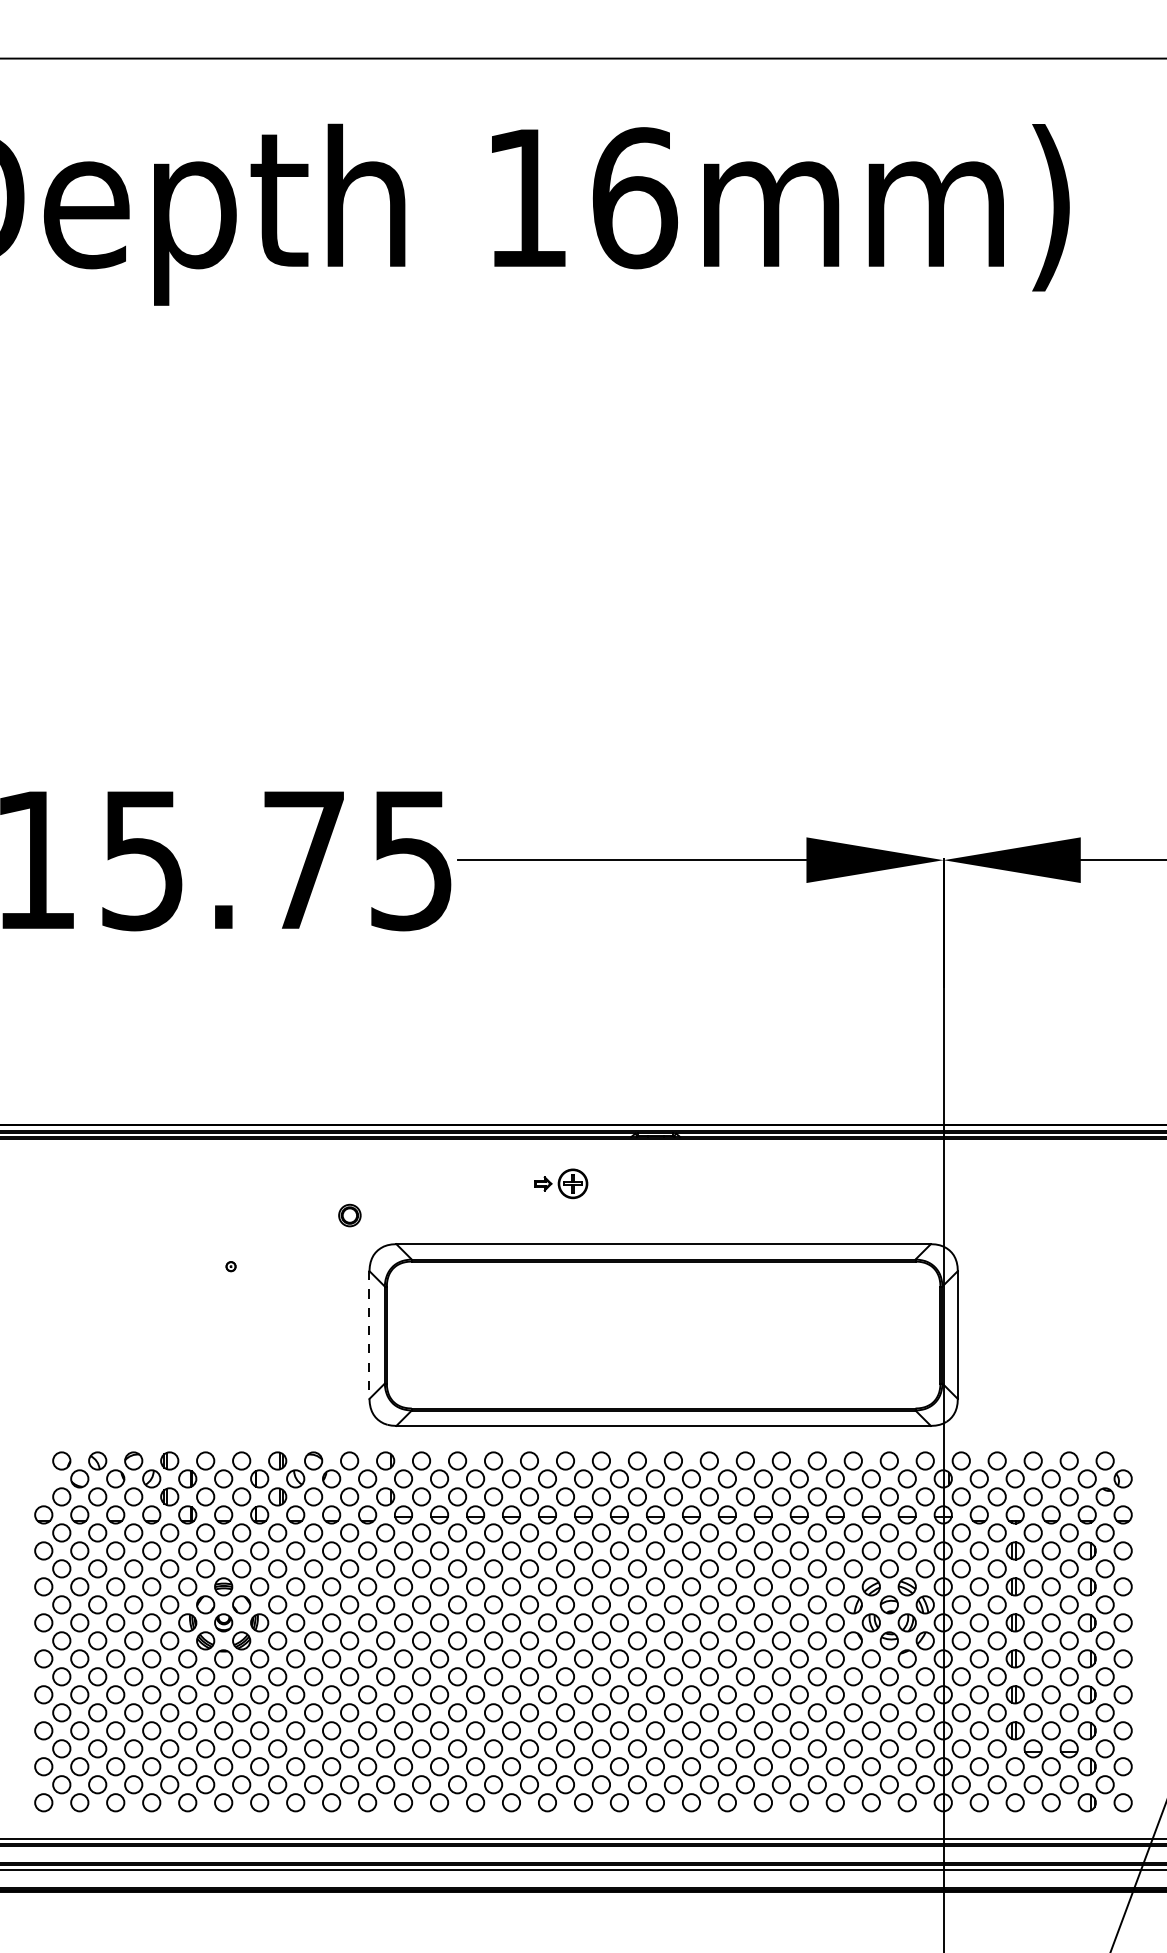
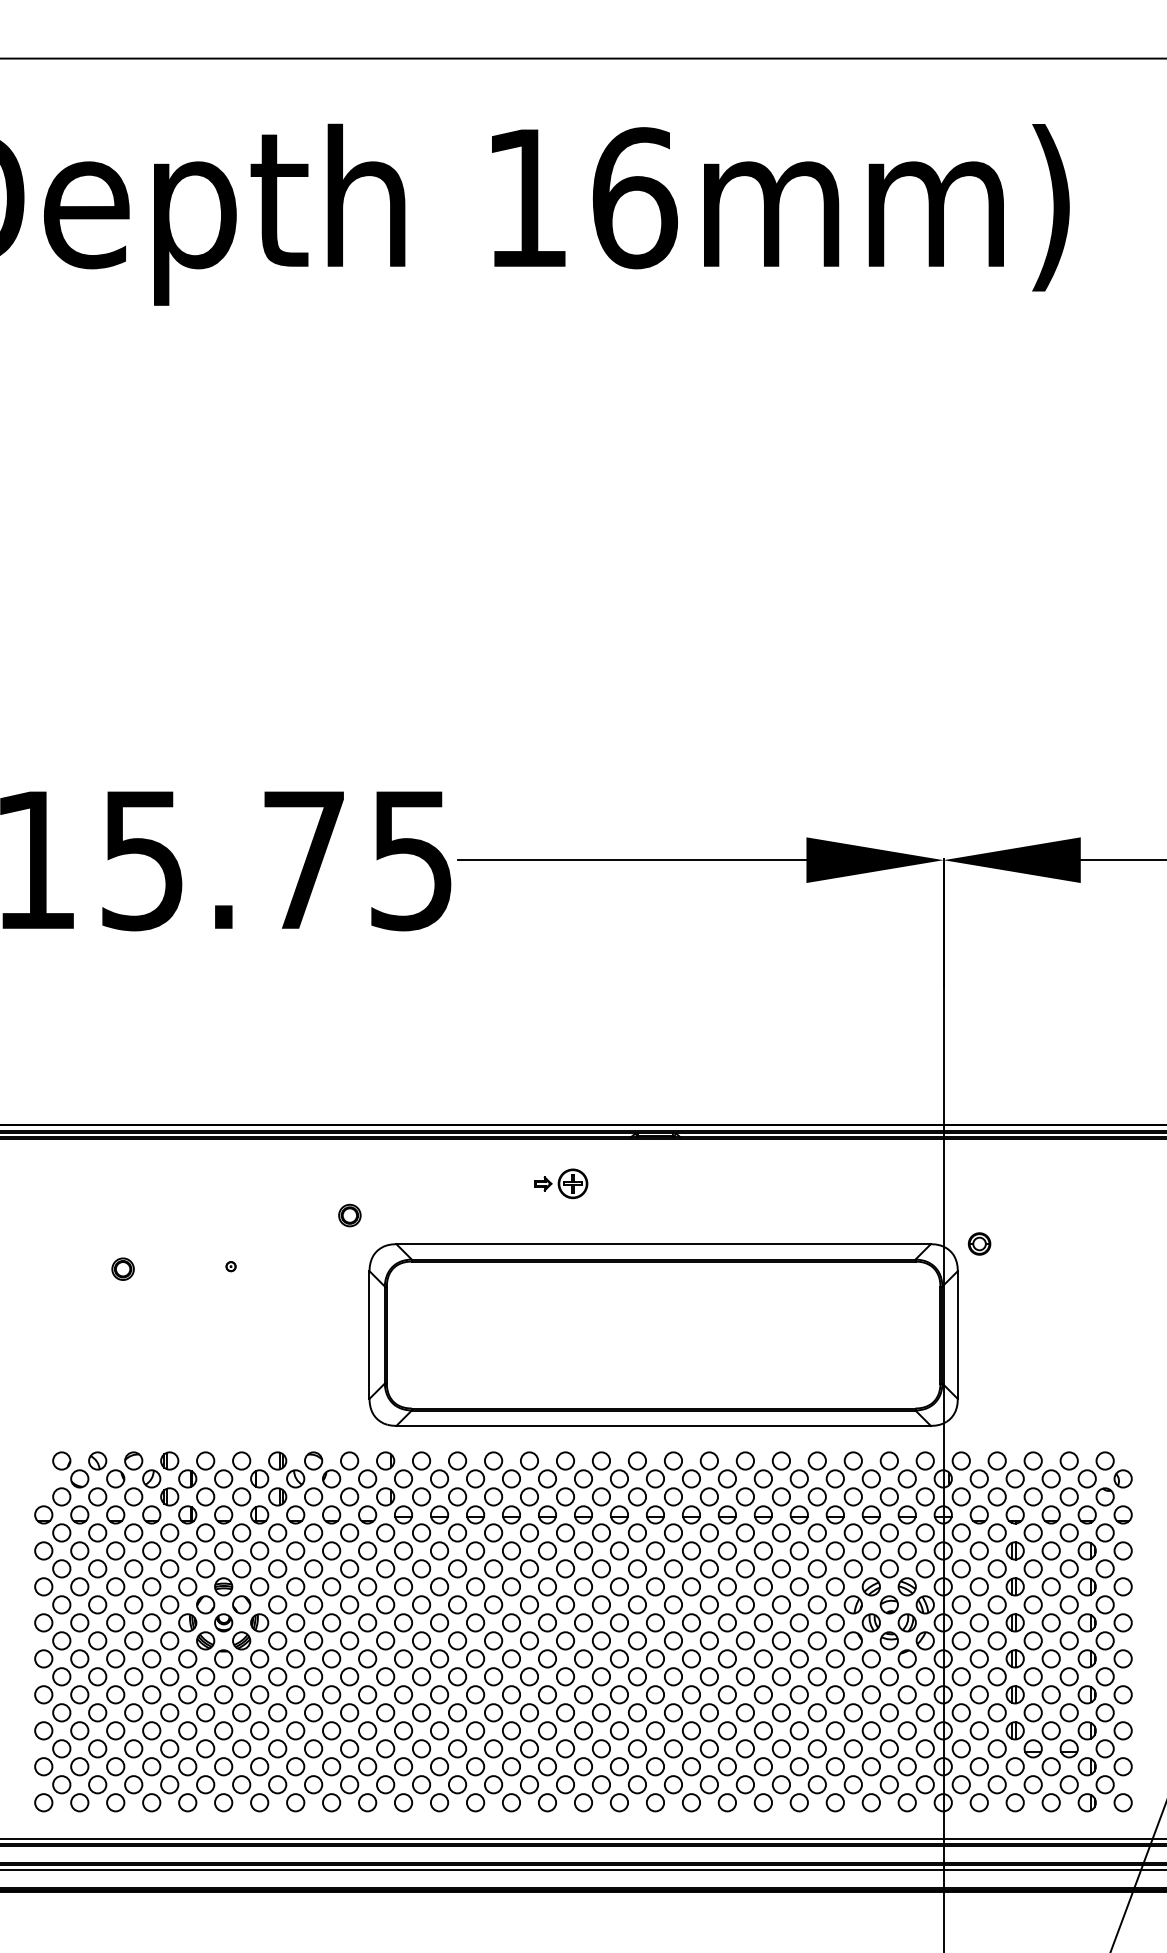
part at (979, 1243): none -> present
part at (122, 1268): none -> present
line at (369, 1335): dashed -> solid
